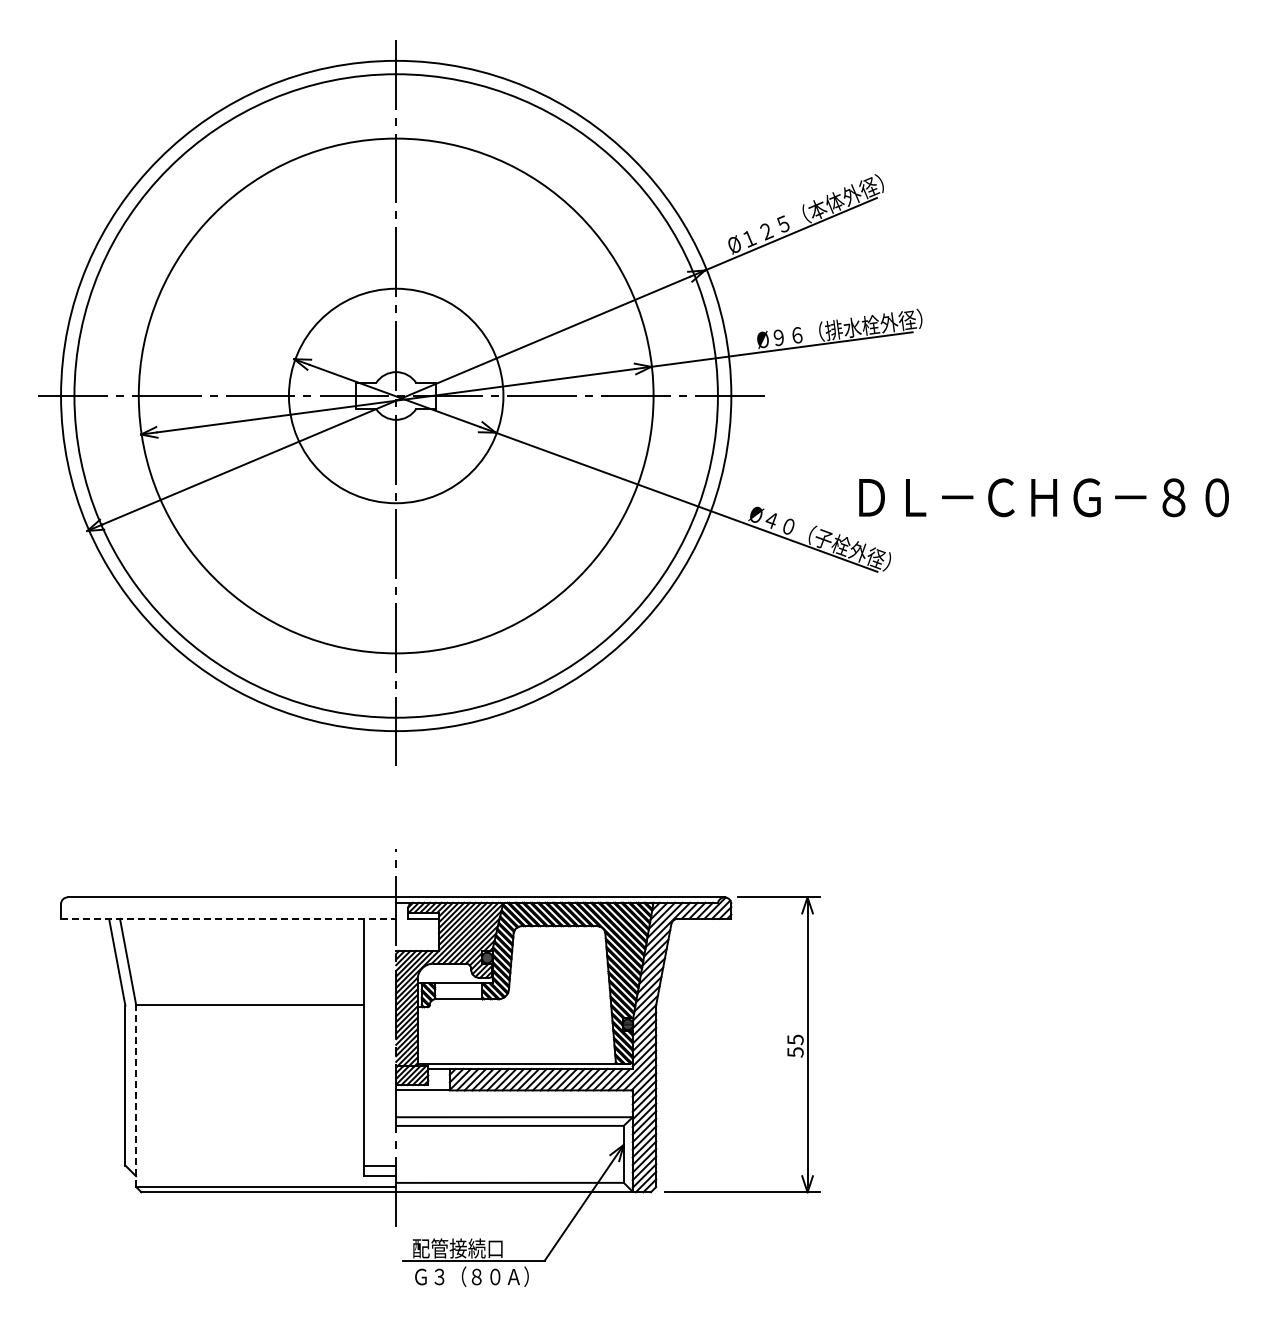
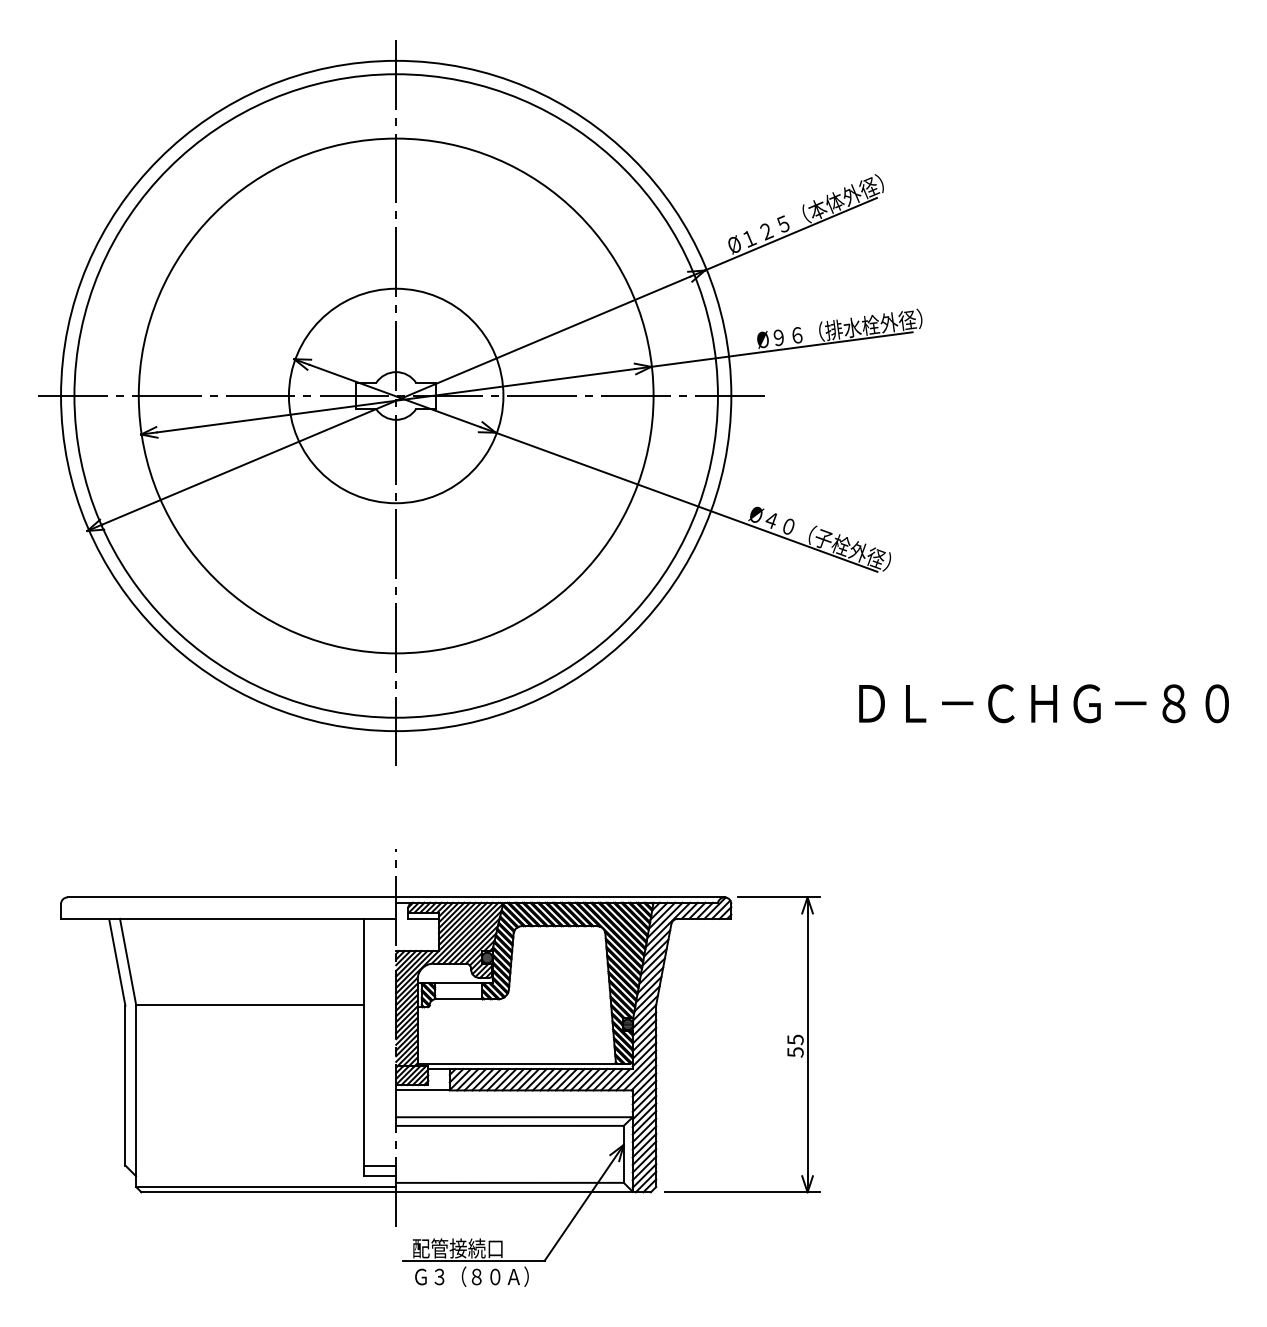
text at (1043, 497) position: (1043, 497) -> (1043, 703)
line at (228, 918): dashed -> solid
line at (136, 1095): dashed -> solid
